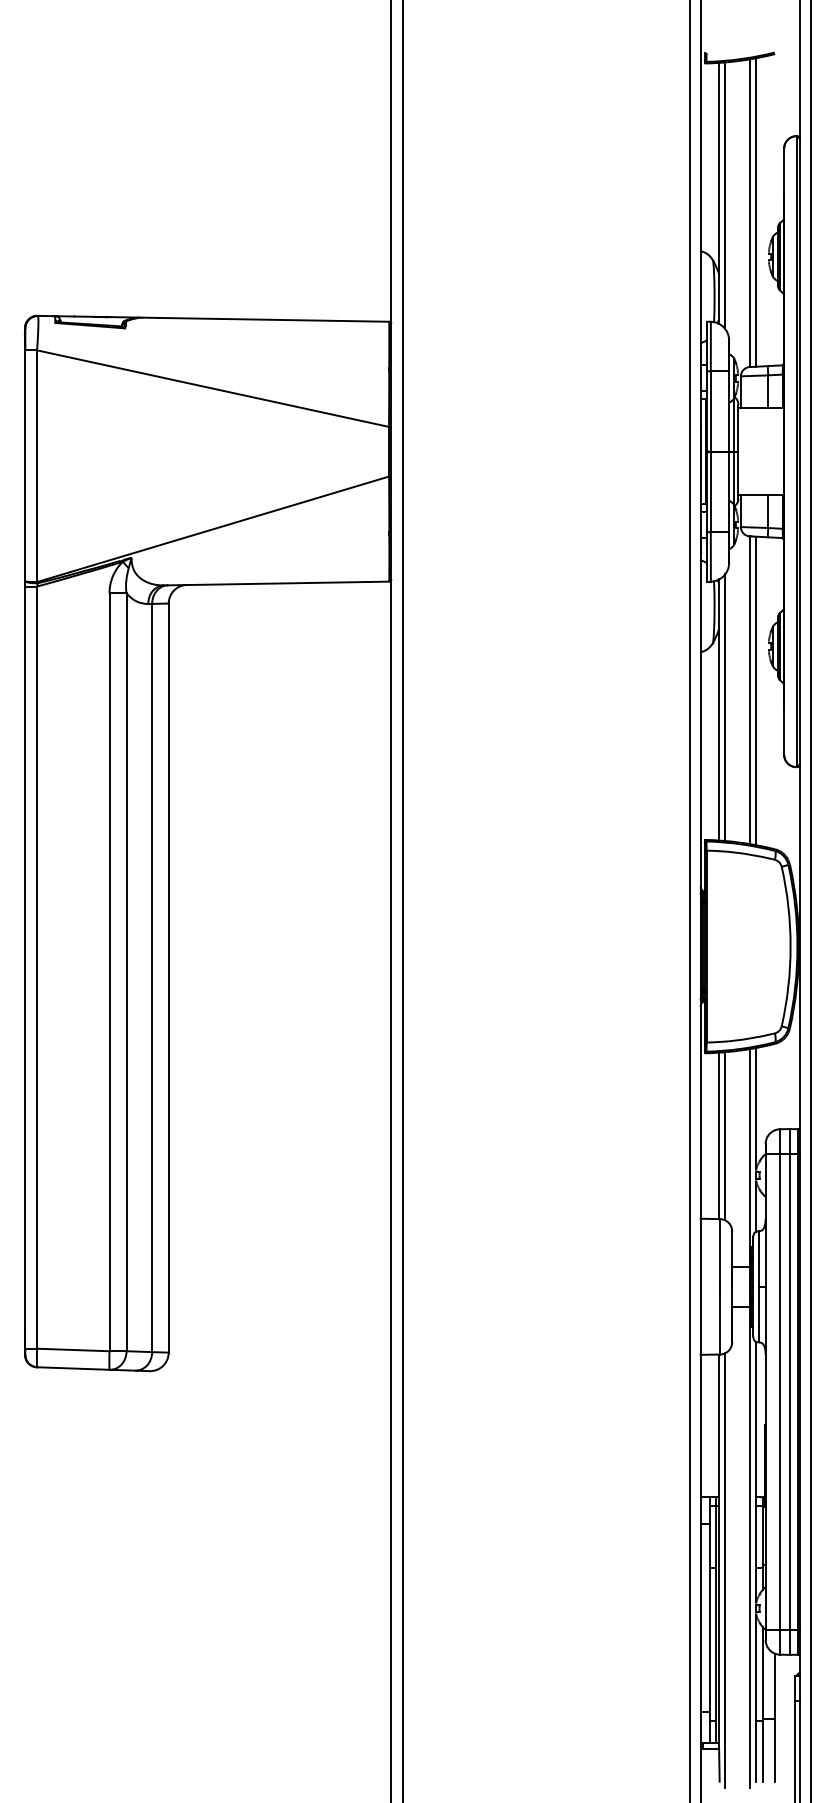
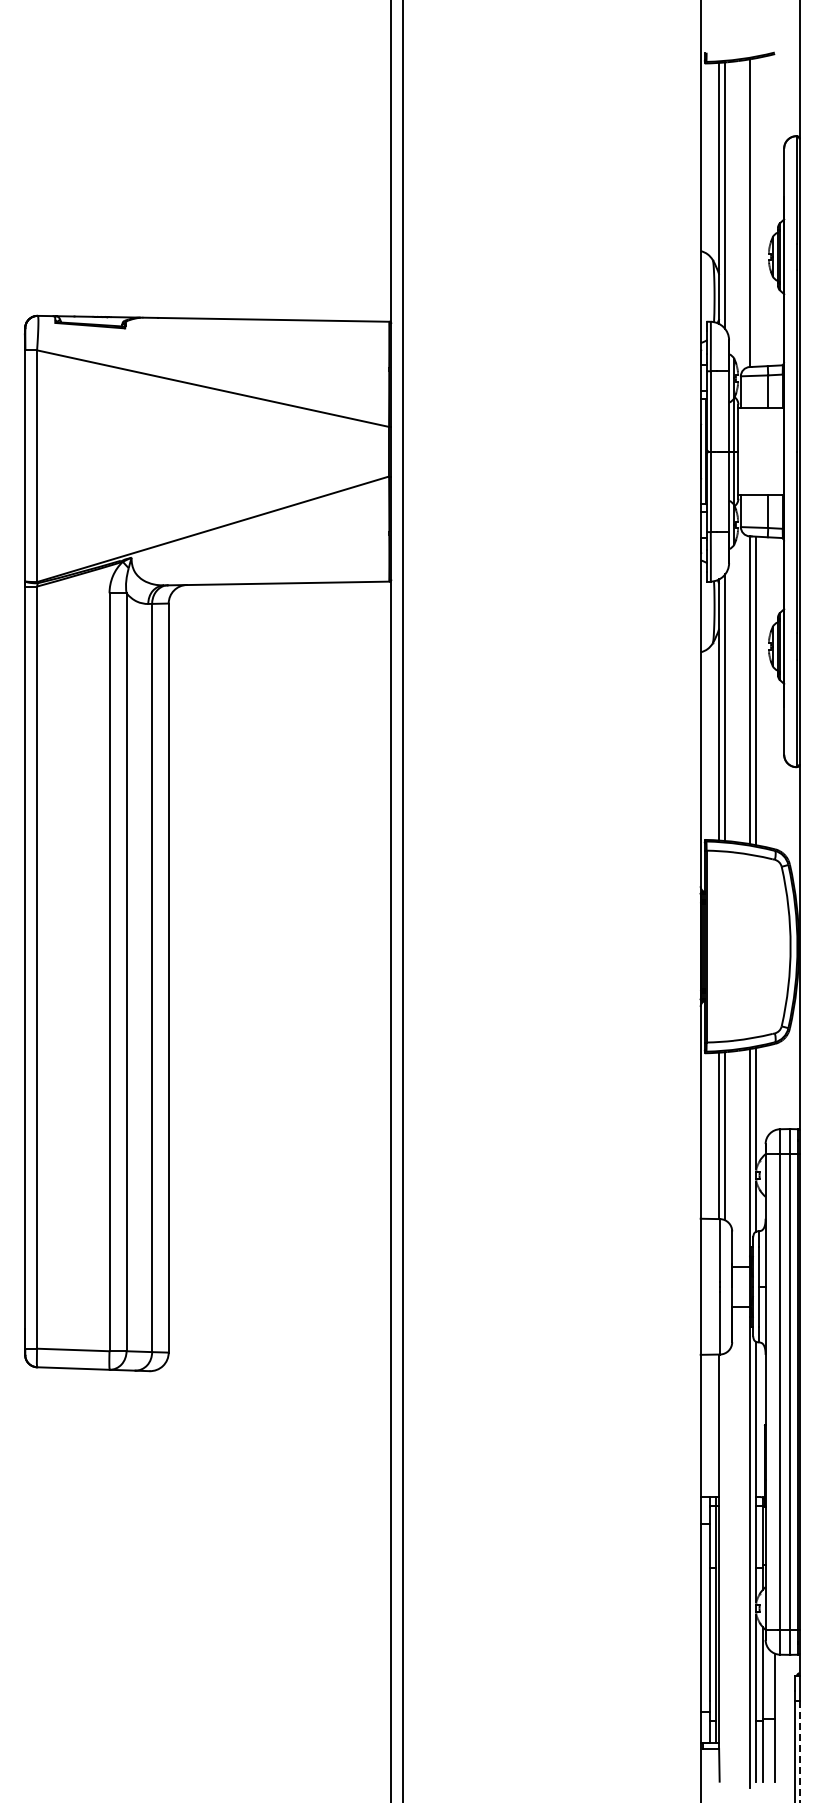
line at (756, 212): present -> none
line at (689, 900): present -> none
line at (810, 900): present -> none
line at (725, 1570): present -> none
line at (799, 1751): solid -> dashed
